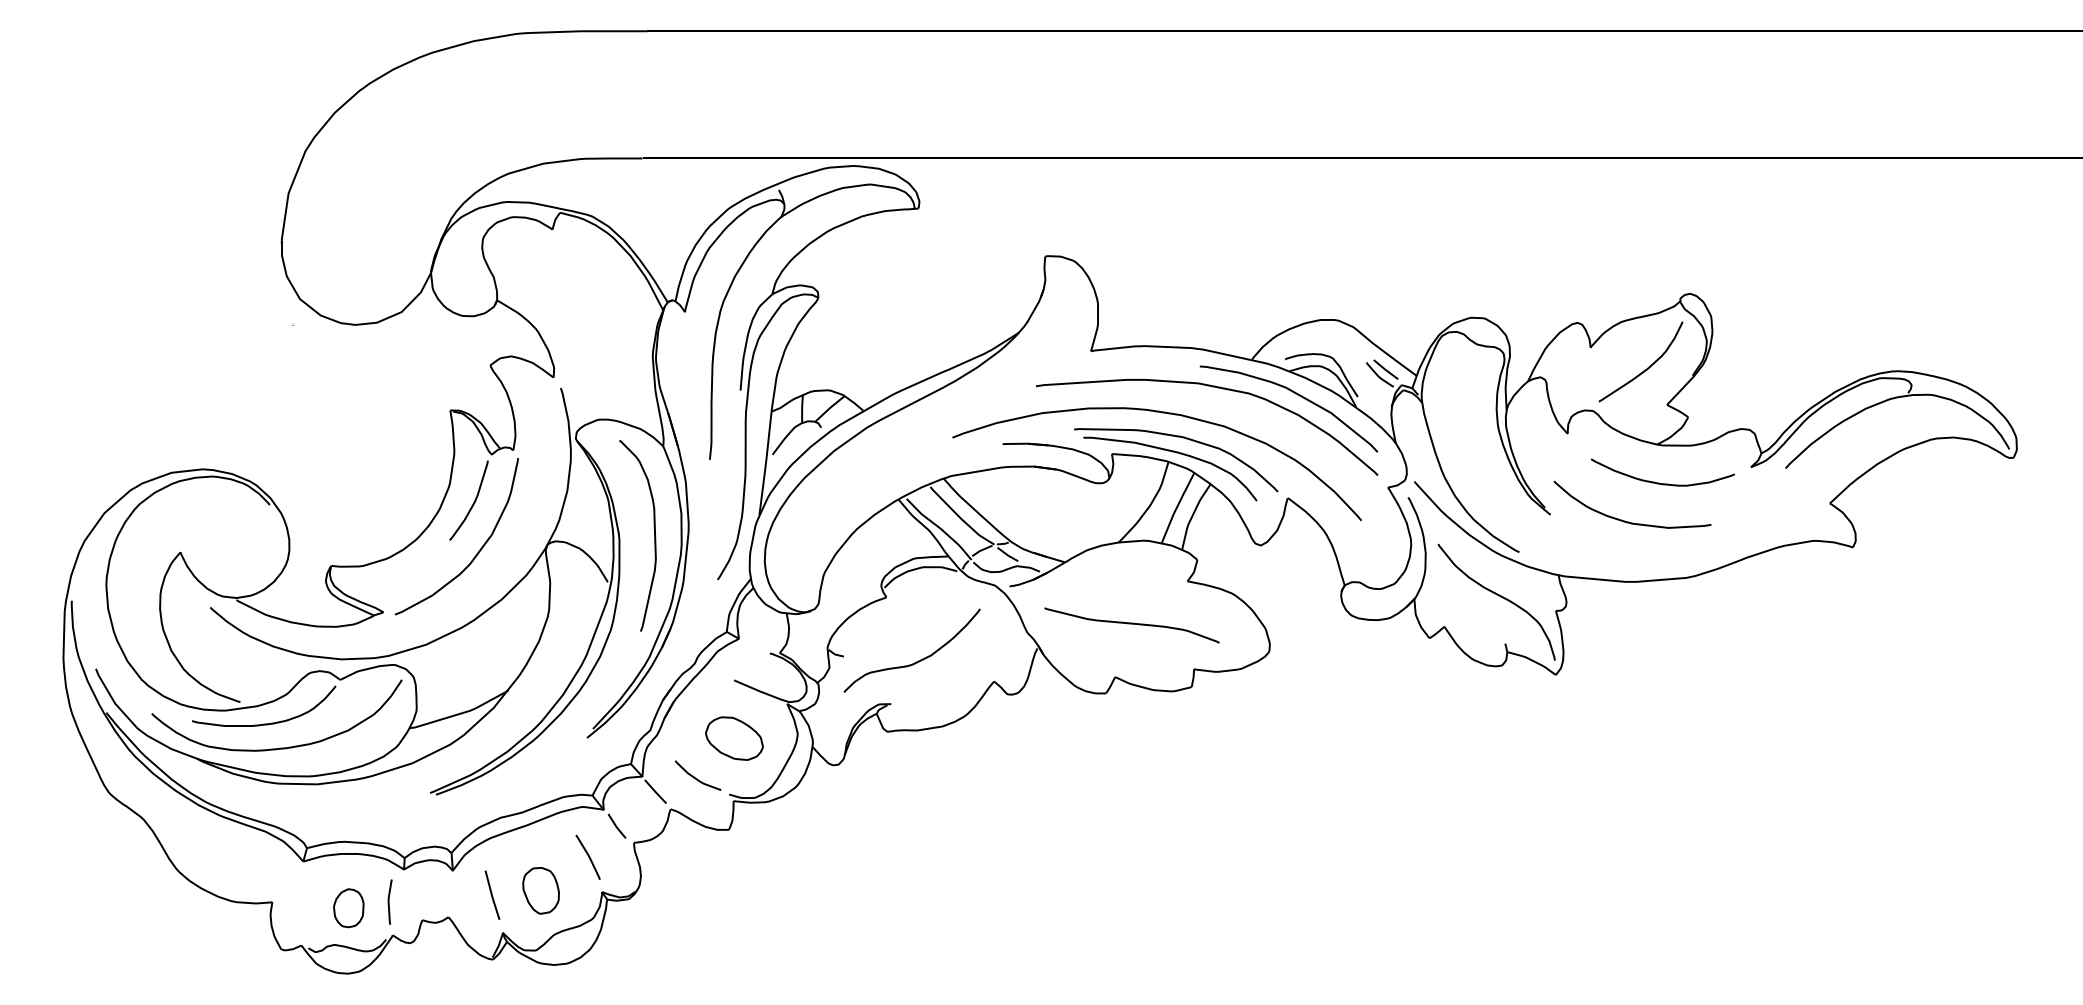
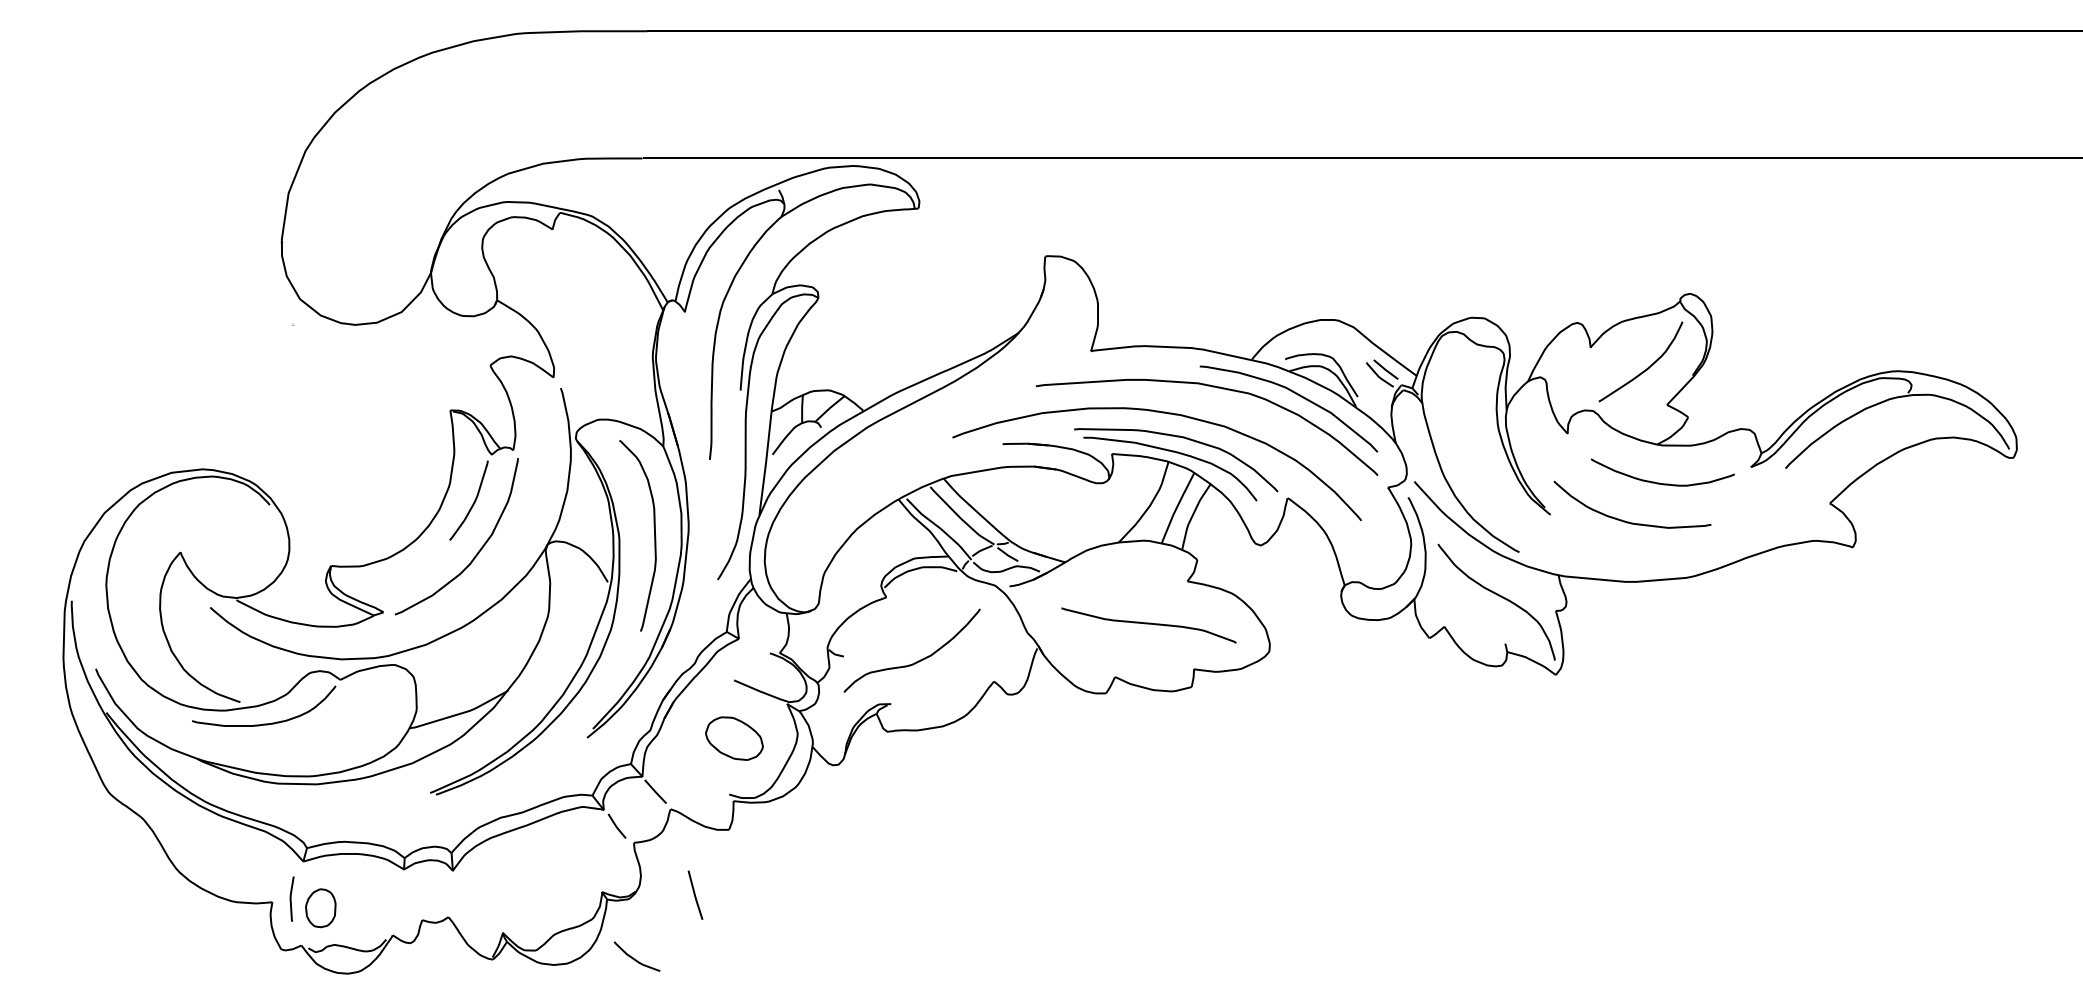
curve at (1131, 624) position: (1131, 624) -> (1148, 624)
curve at (280, 747): present -> none
curve at (695, 777) position: (695, 777) -> (634, 958)
curve at (587, 855): present -> none
part at (540, 890): present -> none
line at (492, 894) position: (492, 894) -> (695, 894)
curve at (389, 901) position: (389, 901) -> (291, 898)
part at (348, 908) position: (348, 908) -> (320, 908)
